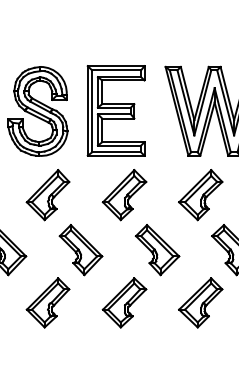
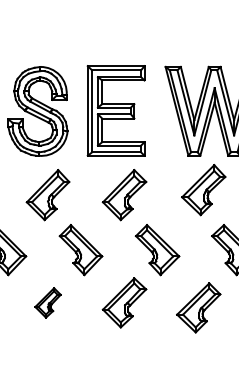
part at (200, 195) position: (200, 195) -> (203, 190)
part at (47, 302) size: 46x52 px -> 28x32 px
part at (200, 302) position: (200, 302) -> (198, 307)
